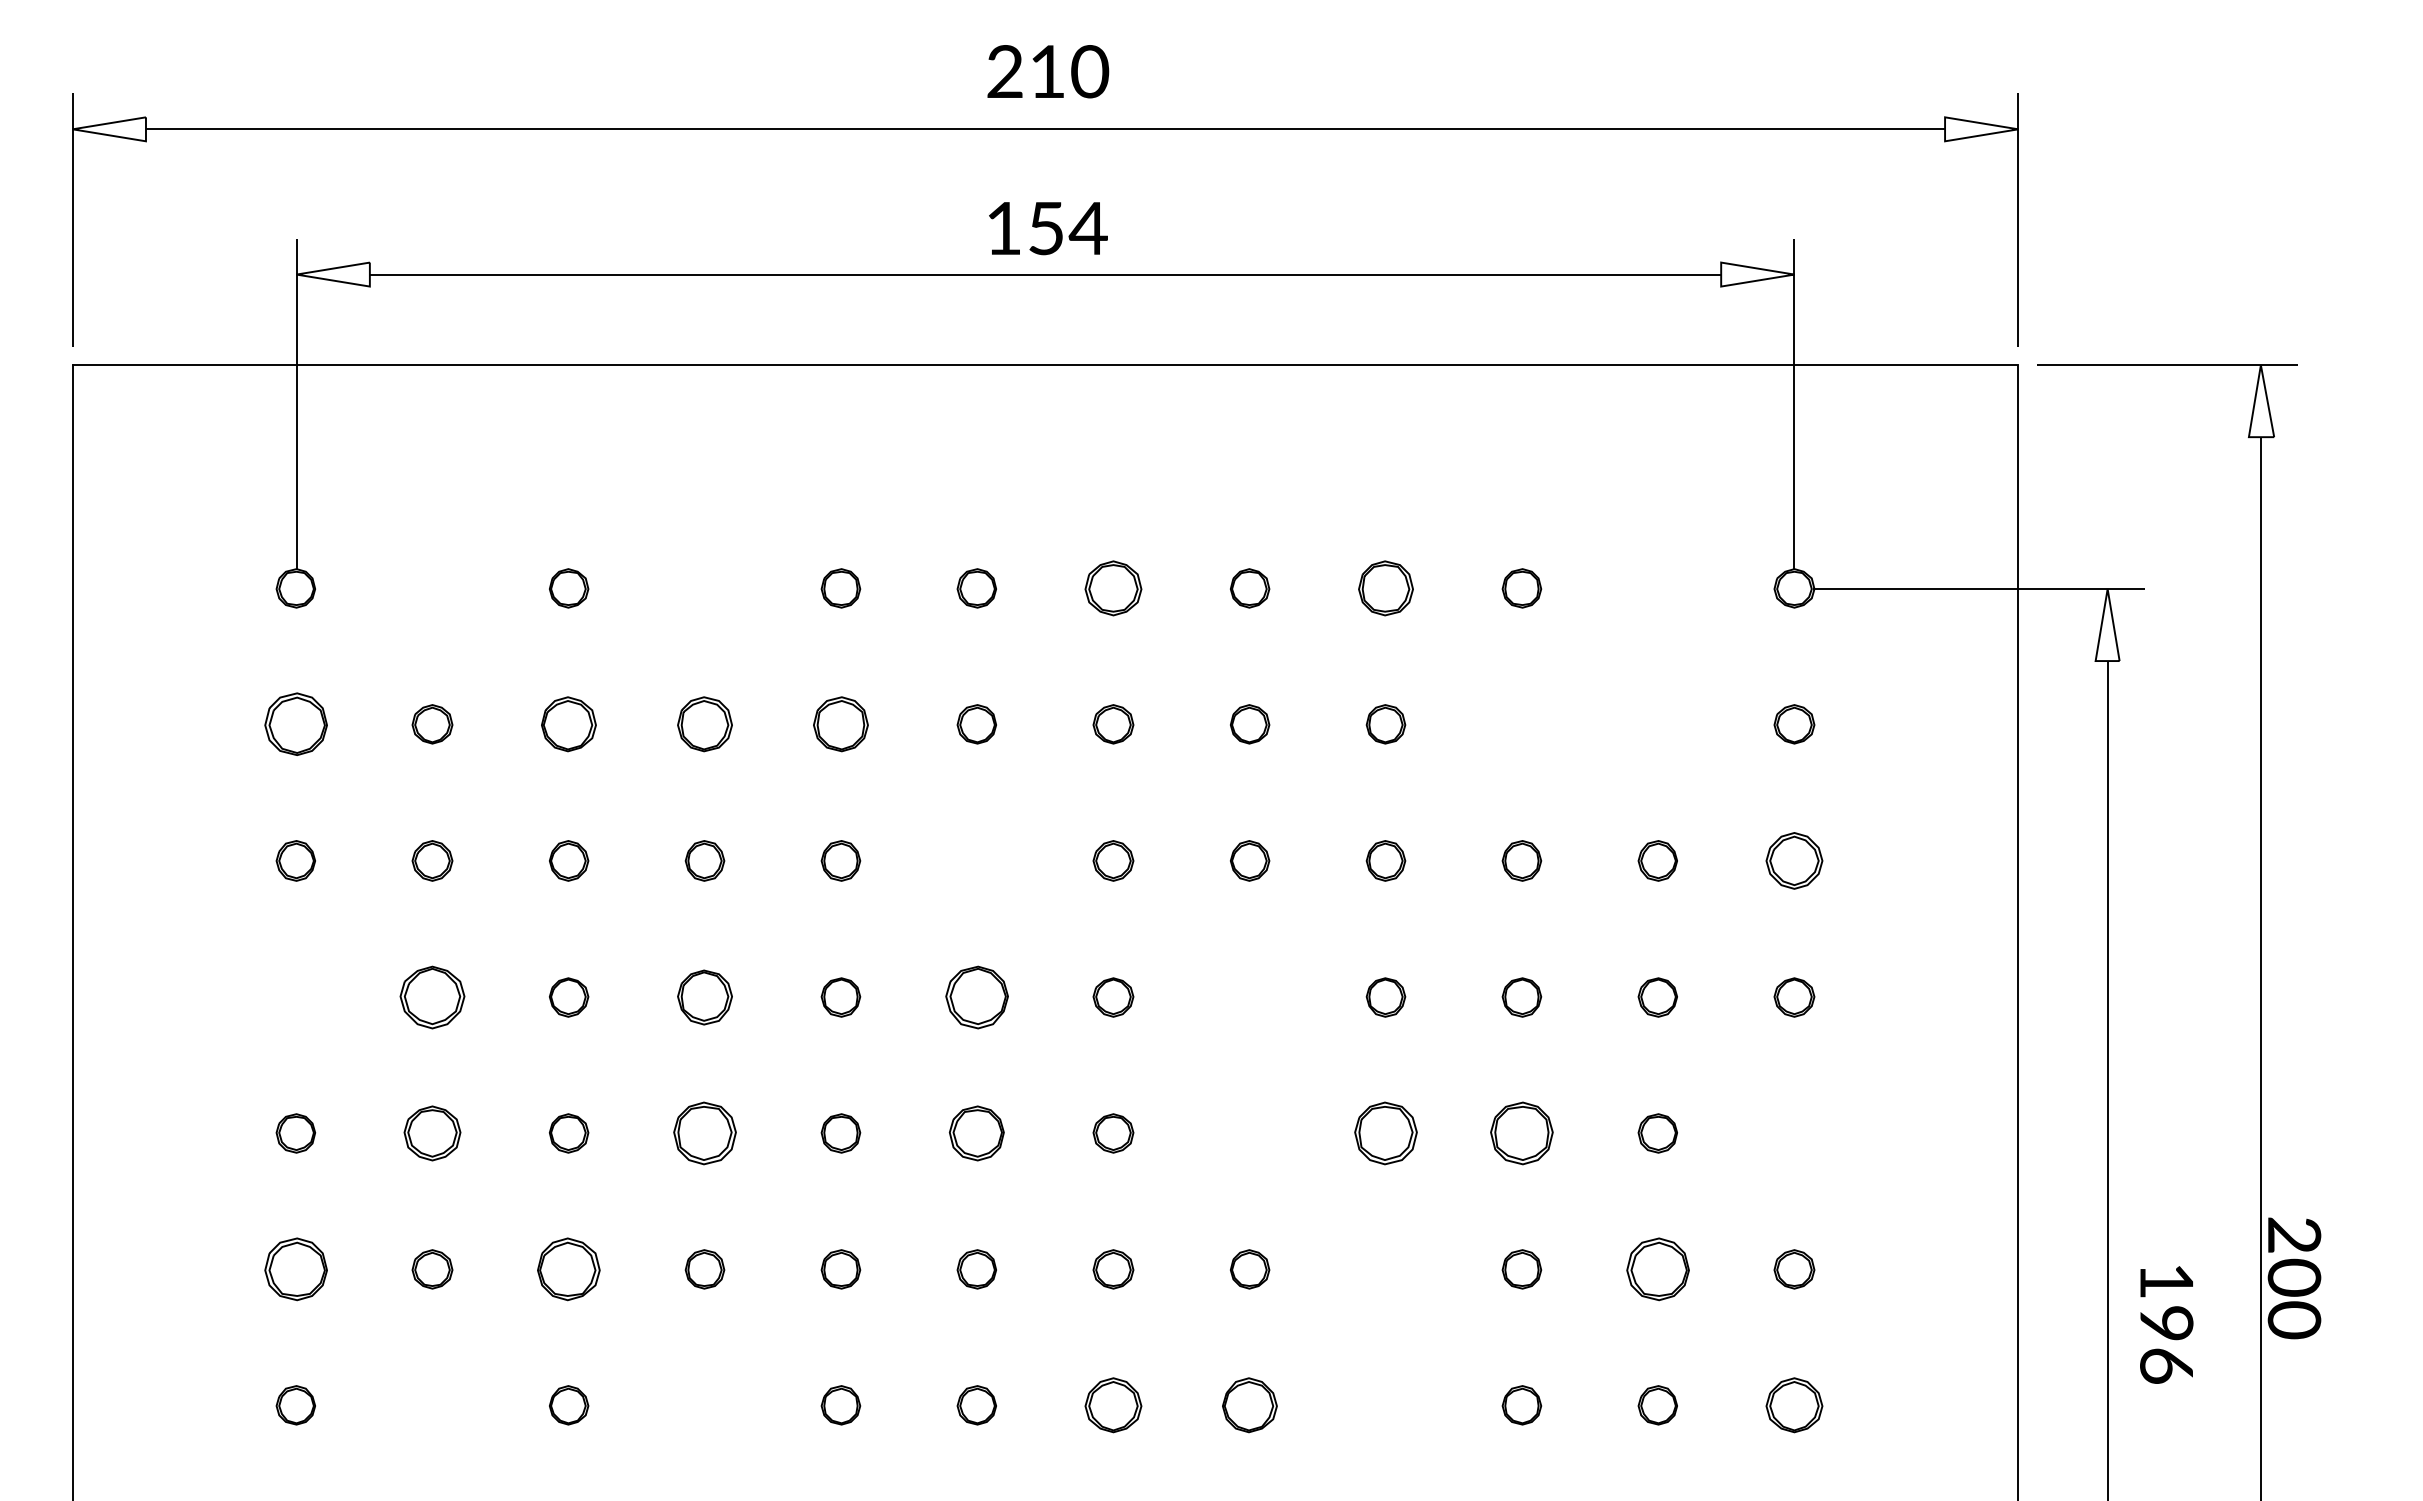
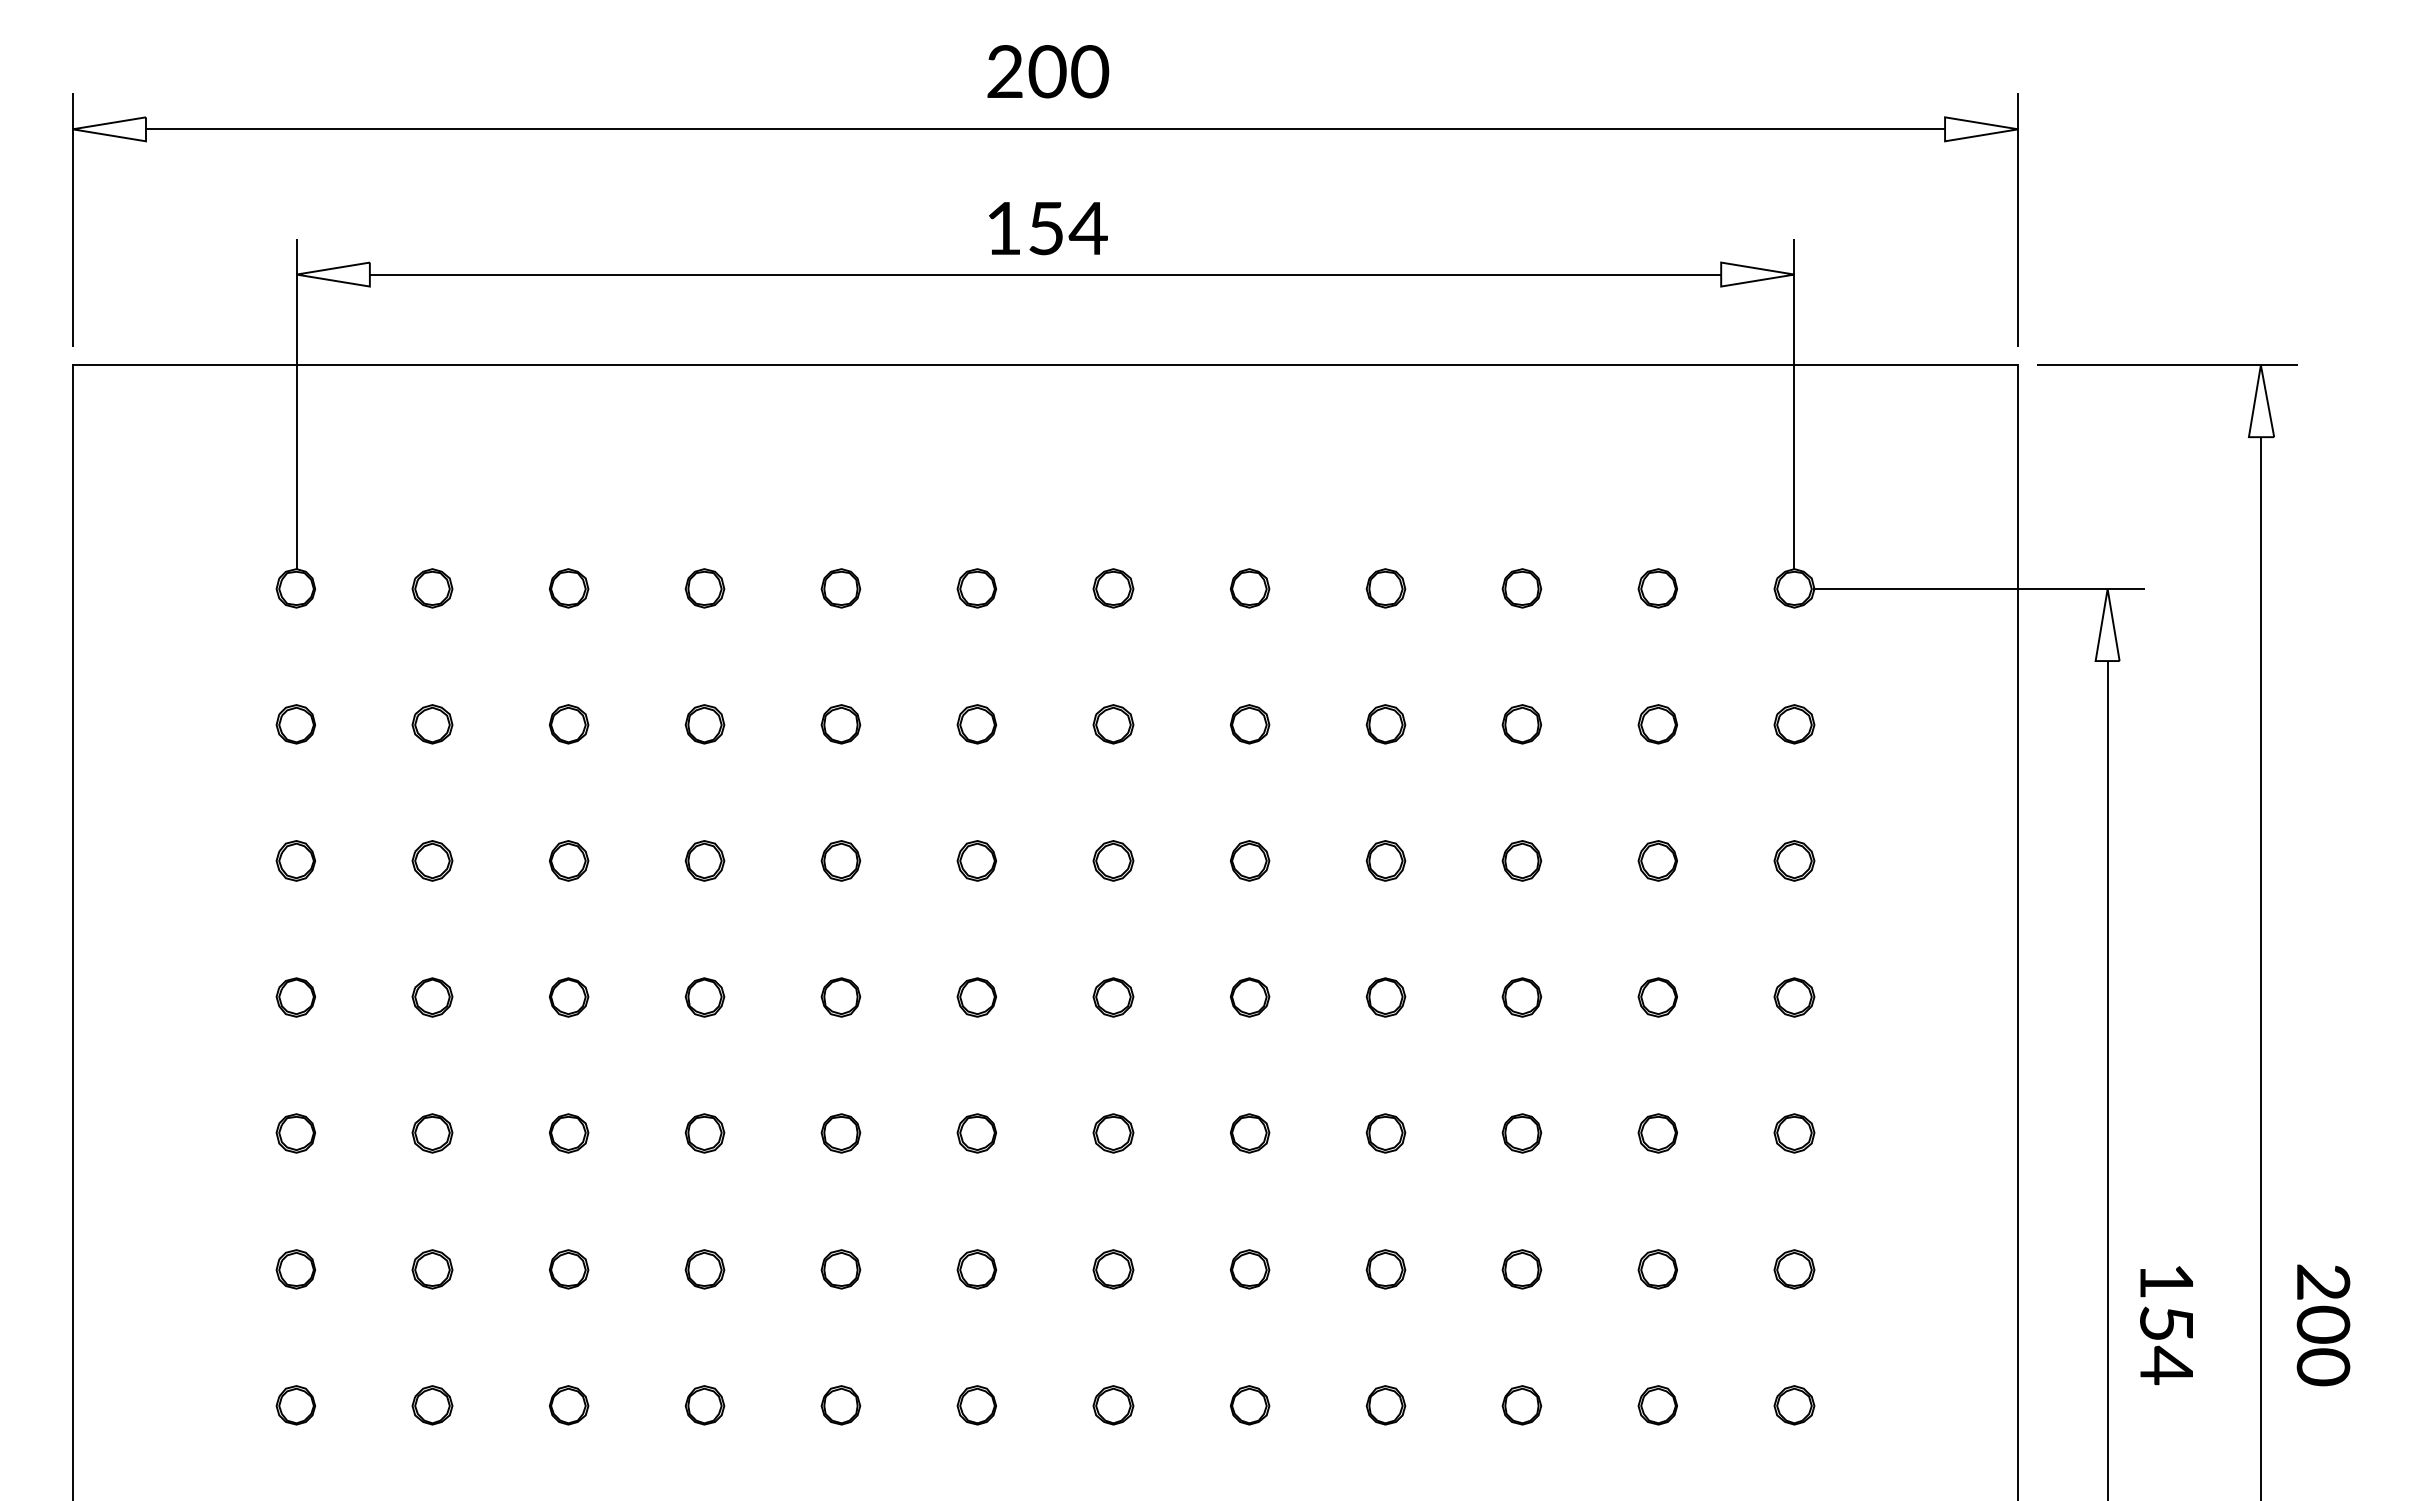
text at (1047, 71): 210 -> 200
part at (432, 588): none -> present
part at (704, 588): none -> present
part at (1113, 588) size: 59x57 px -> 43x41 px
part at (1385, 588) size: 56x57 px -> 42x41 px
part at (1657, 588): none -> present
part at (295, 723) size: 64x64 px -> 41x41 px
part at (568, 724) size: 56x57 px -> 41x41 px
part at (704, 724) size: 56x57 px -> 42x41 px
part at (840, 724) size: 56x57 px -> 42x41 px
part at (1521, 724): none -> present
part at (1657, 724): none -> present
part at (976, 860): none -> present
part at (1794, 860) size: 59x58 px -> 43x42 px
part at (295, 997): none -> present
part at (432, 997) size: 67x65 px -> 43x41 px
part at (704, 997) size: 56x57 px -> 42x41 px
part at (976, 997) size: 64x65 px -> 41x41 px
part at (1250, 997): none -> present
part at (432, 1133) size: 59x57 px -> 43x41 px
part at (704, 1133) size: 64x65 px -> 42x41 px
part at (976, 1133) size: 57x57 px -> 42x41 px
part at (1249, 1133): none -> present
part at (1385, 1133) size: 64x65 px -> 42x41 px
part at (1521, 1133) size: 64x65 px -> 42x41 px
part at (1794, 1133): none -> present
part at (295, 1269) size: 64x65 px -> 41x41 px
part at (568, 1269) size: 64x65 px -> 41x41 px
part at (1385, 1269): none -> present
part at (1657, 1269) size: 64x65 px -> 41x41 px
text at (2294, 1278) position: (2294, 1278) -> (2323, 1325)
text at (2166, 1345): 196 -> 154
part at (432, 1405): none -> present
part at (704, 1405): none -> present
part at (1113, 1405) size: 59x57 px -> 43x41 px
part at (1249, 1405) size: 56x57 px -> 41x41 px
part at (1385, 1405): none -> present
part at (1794, 1405) size: 59x57 px -> 43x41 px
